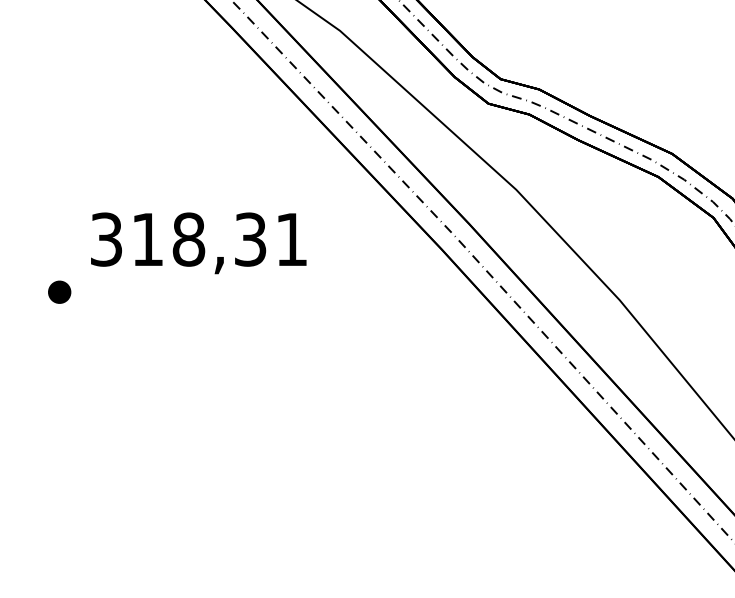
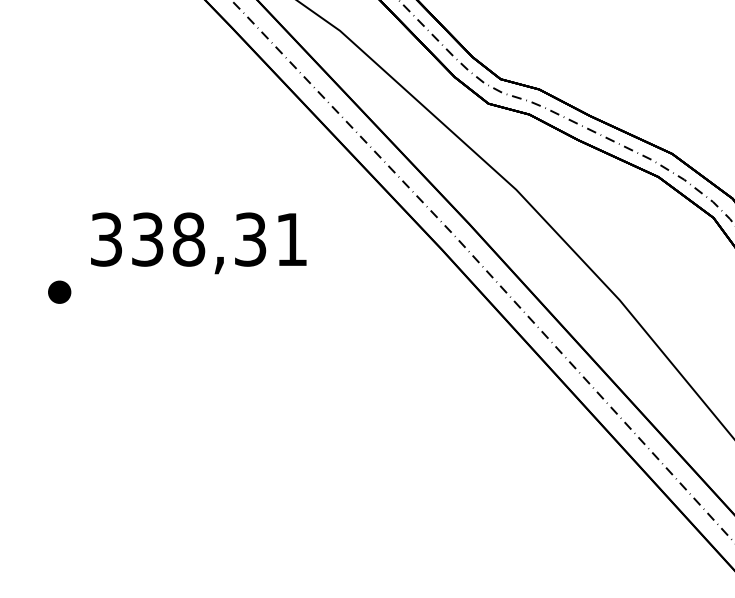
text at (147, 239): 318,31 -> 338,31
